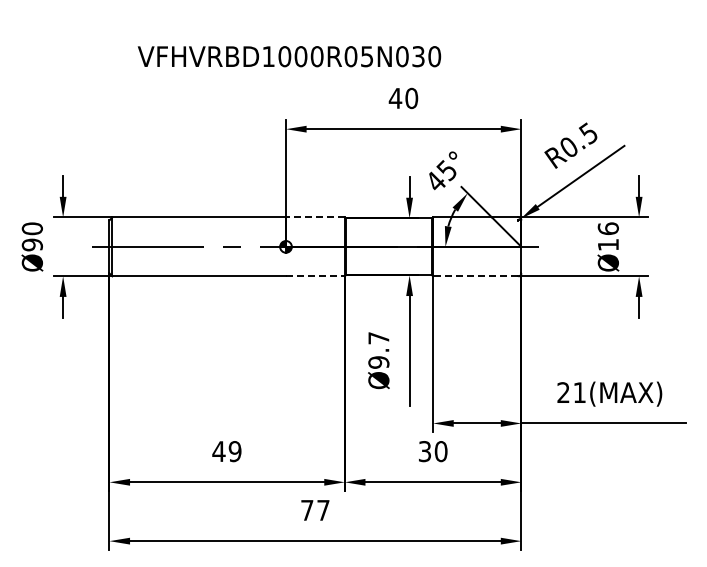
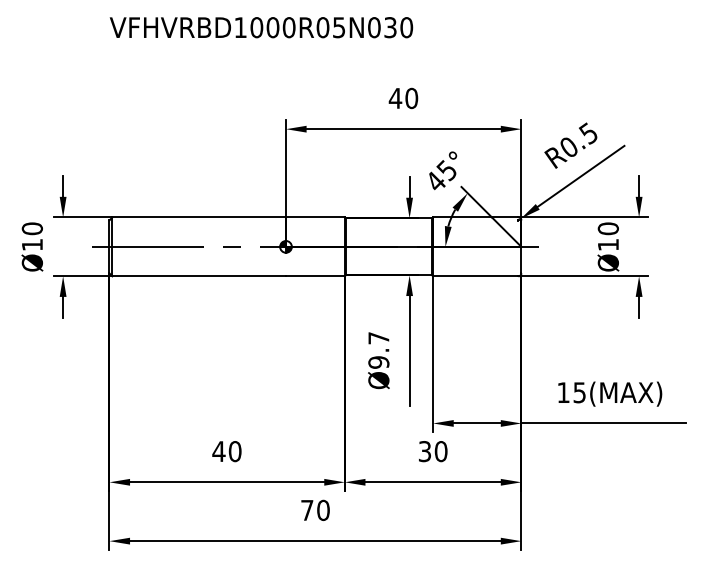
text at (289, 56) position: (289, 56) -> (261, 27)
line at (314, 217): dashed -> solid
text at (607, 228): Ø16 -> Ø10
text at (32, 244): Ø90 -> Ø10
line at (315, 276): dashed -> solid
line at (475, 276): dashed -> solid
text at (571, 392): 21(MAX) -> 15(MAX)
text at (234, 451): 49 -> 40
text at (323, 510): 77 -> 70
